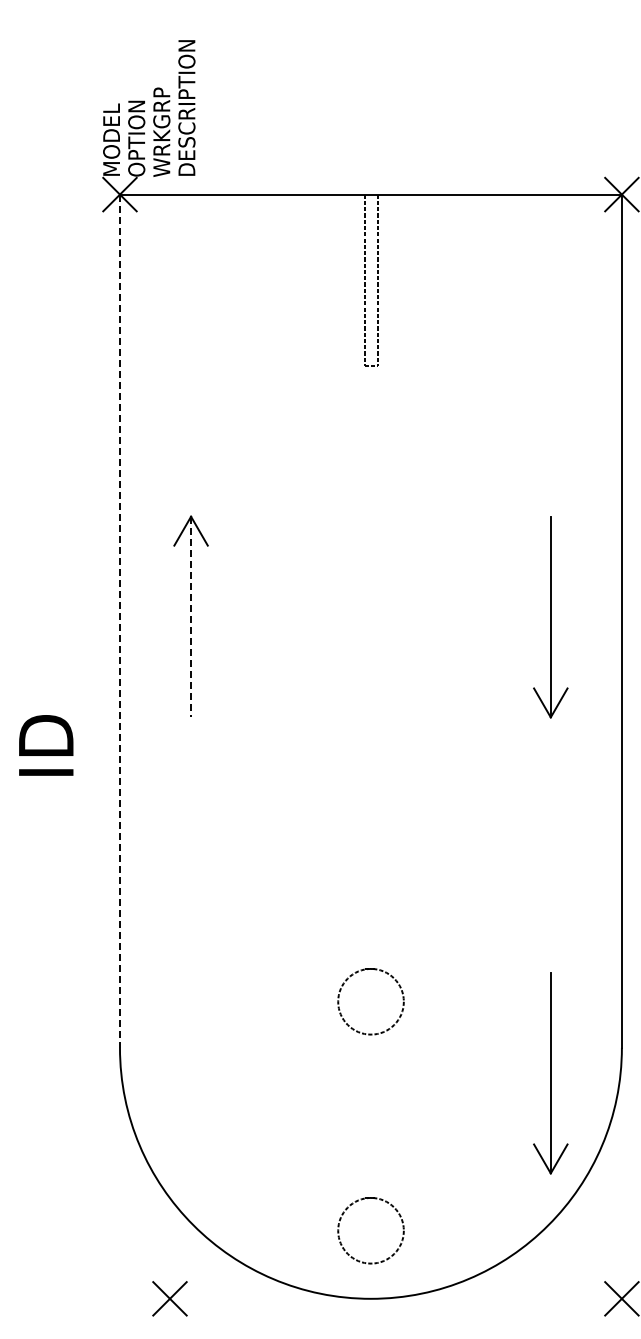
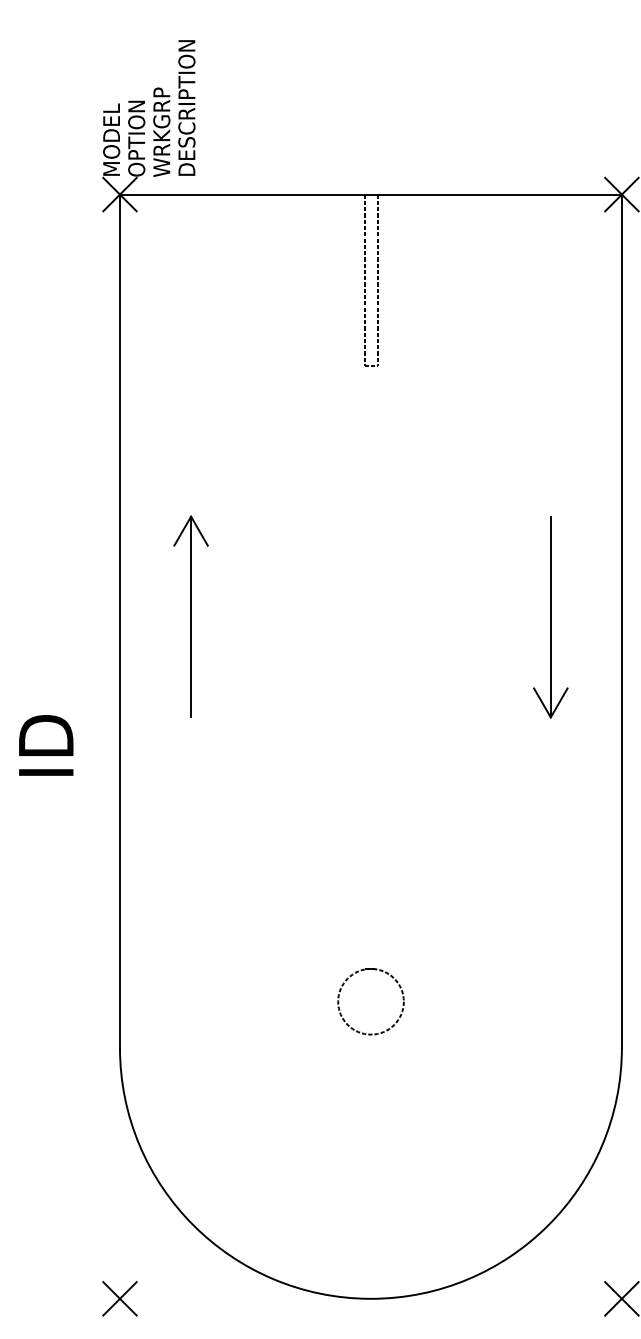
line at (191, 617): dashed -> solid
line at (119, 621): dashed -> solid
part at (550, 1073): present -> none
circle at (370, 1230): present -> none
part at (169, 1298) position: (169, 1298) -> (119, 1298)
